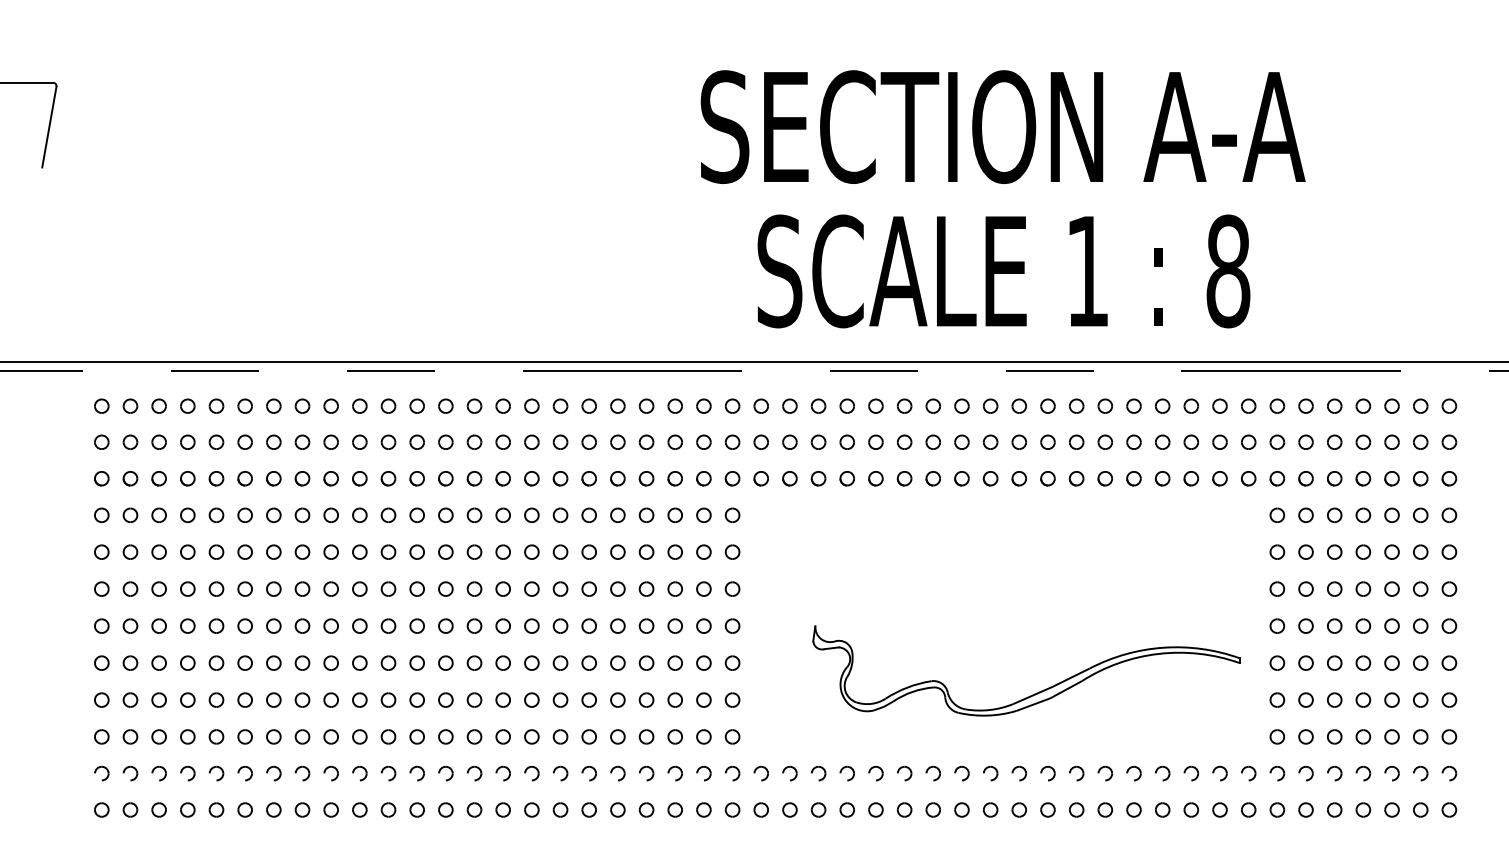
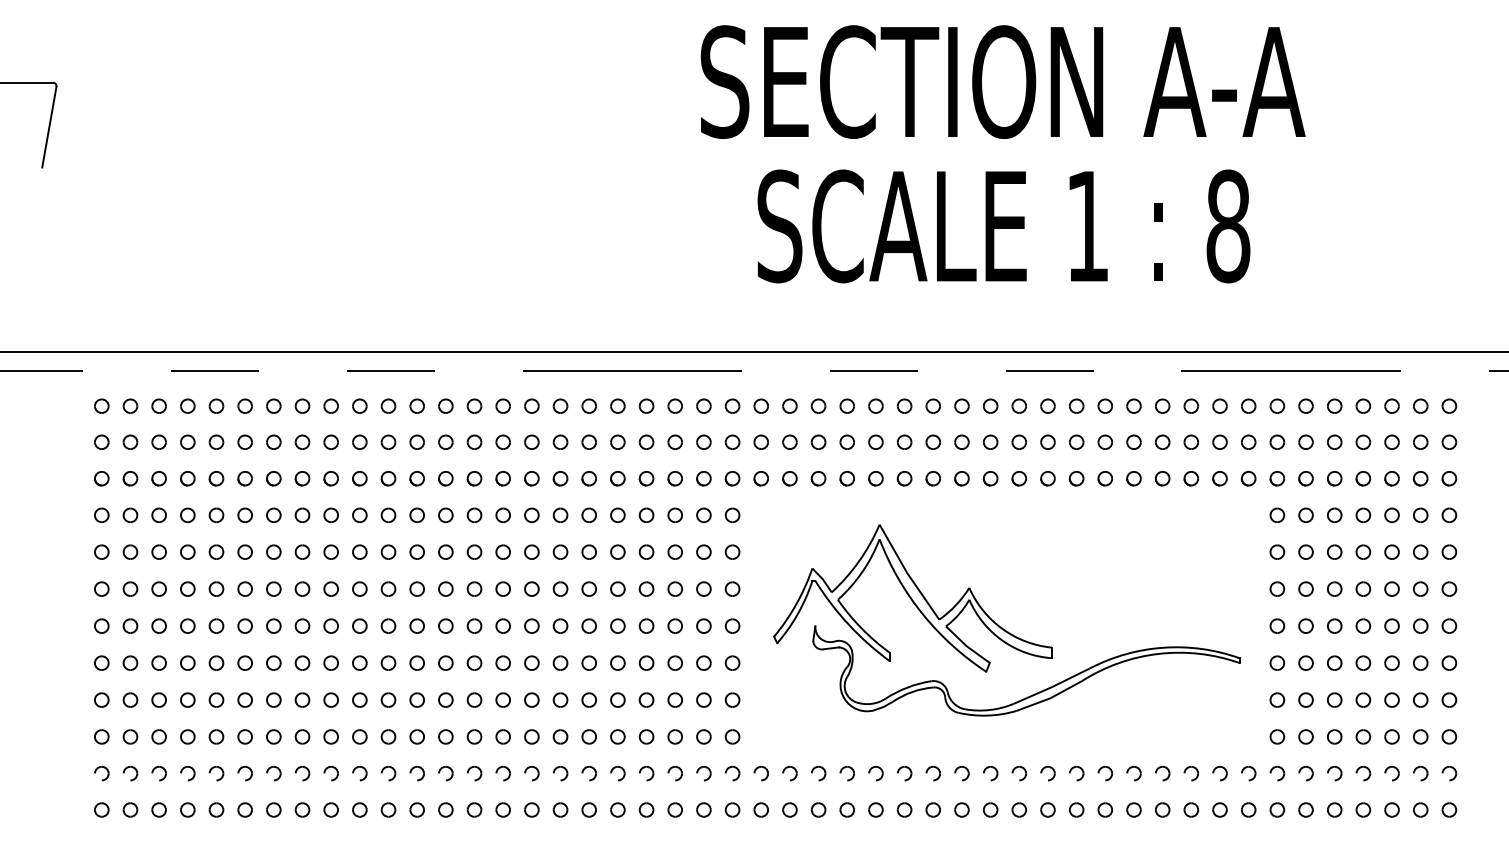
text at (1002, 199) position: (1002, 199) -> (1002, 154)
line at (753, 361) position: (753, 361) -> (753, 351)
part at (912, 598): none -> present
